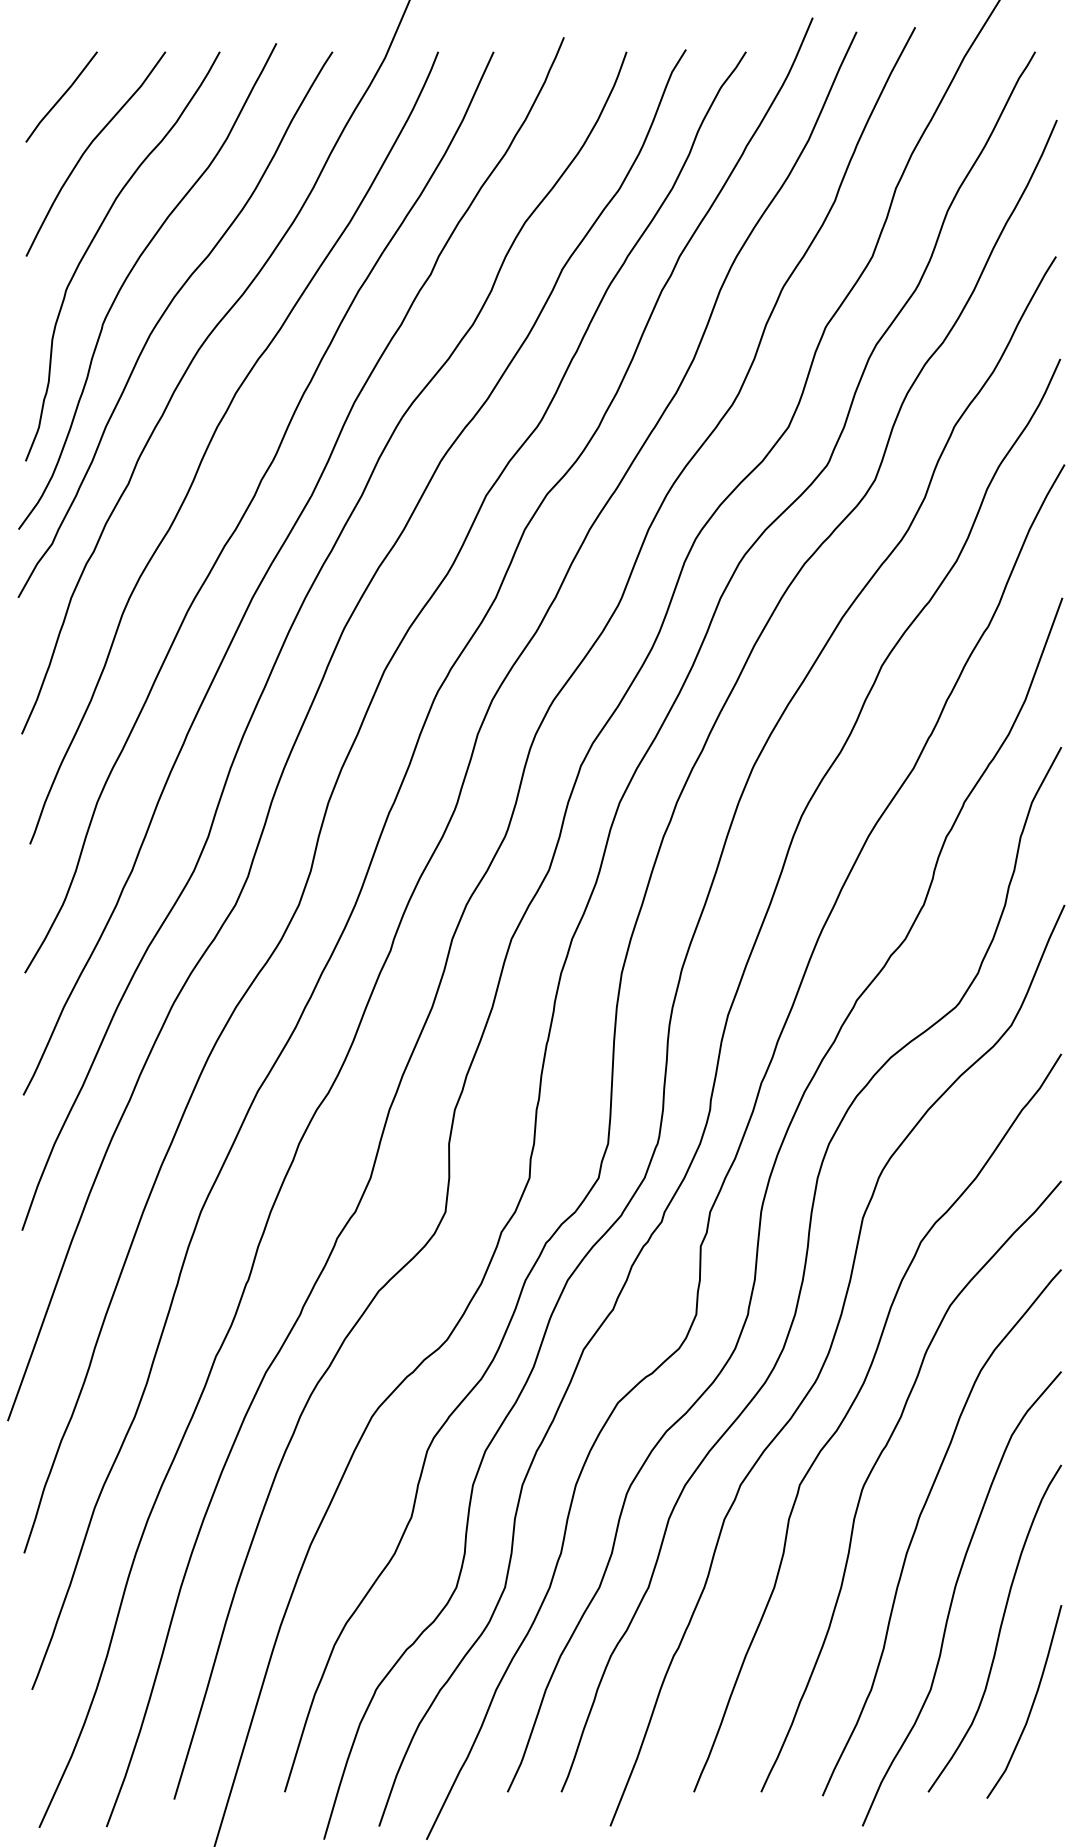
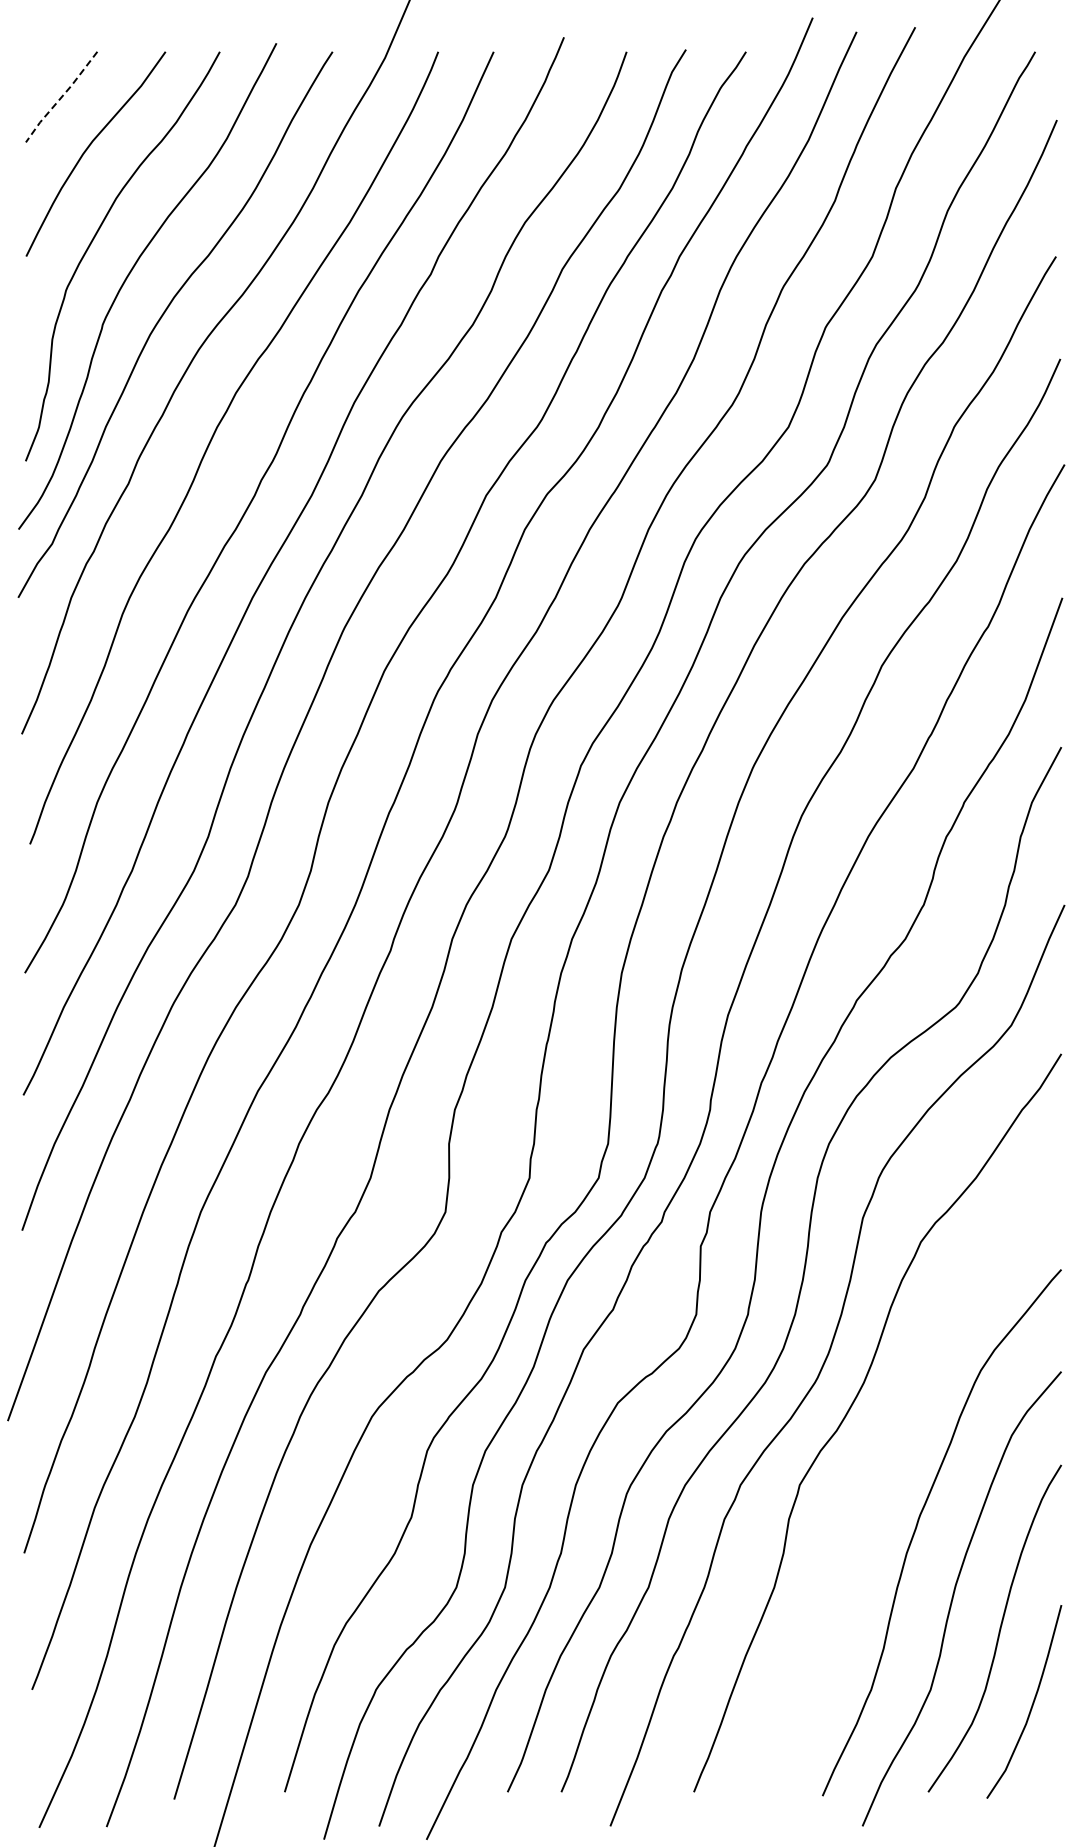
line at (61, 97): solid -> dashed
curve at (874, 1467): present -> none
